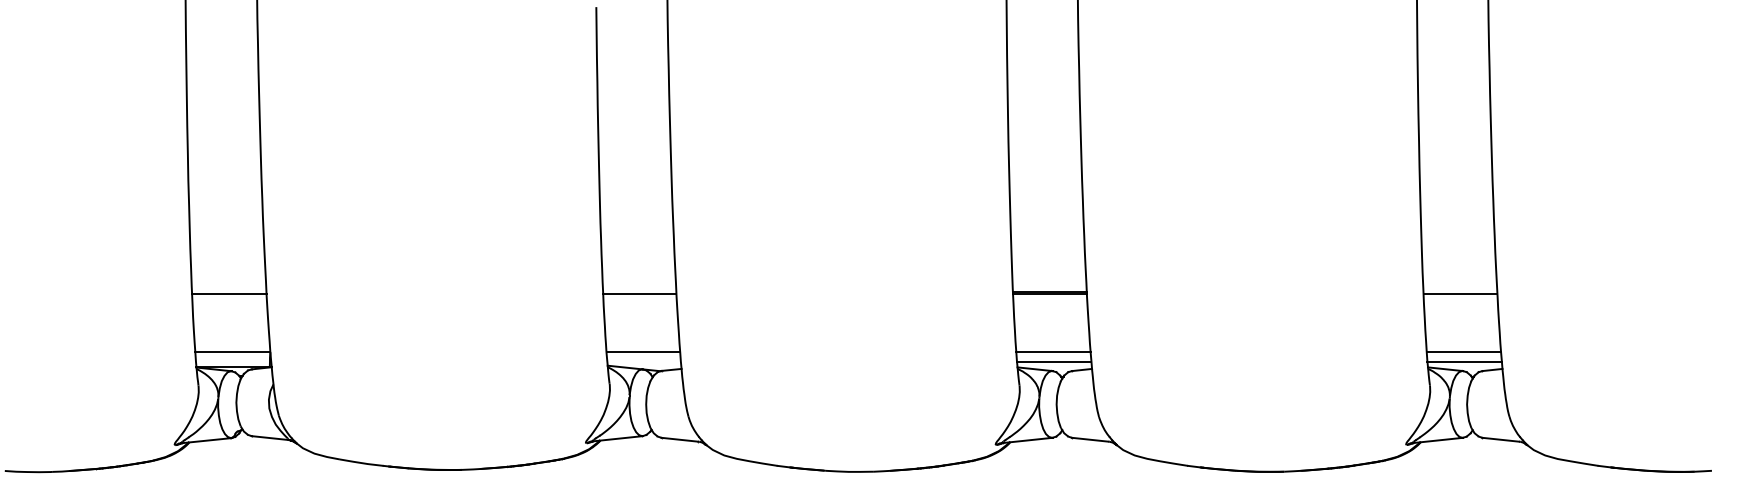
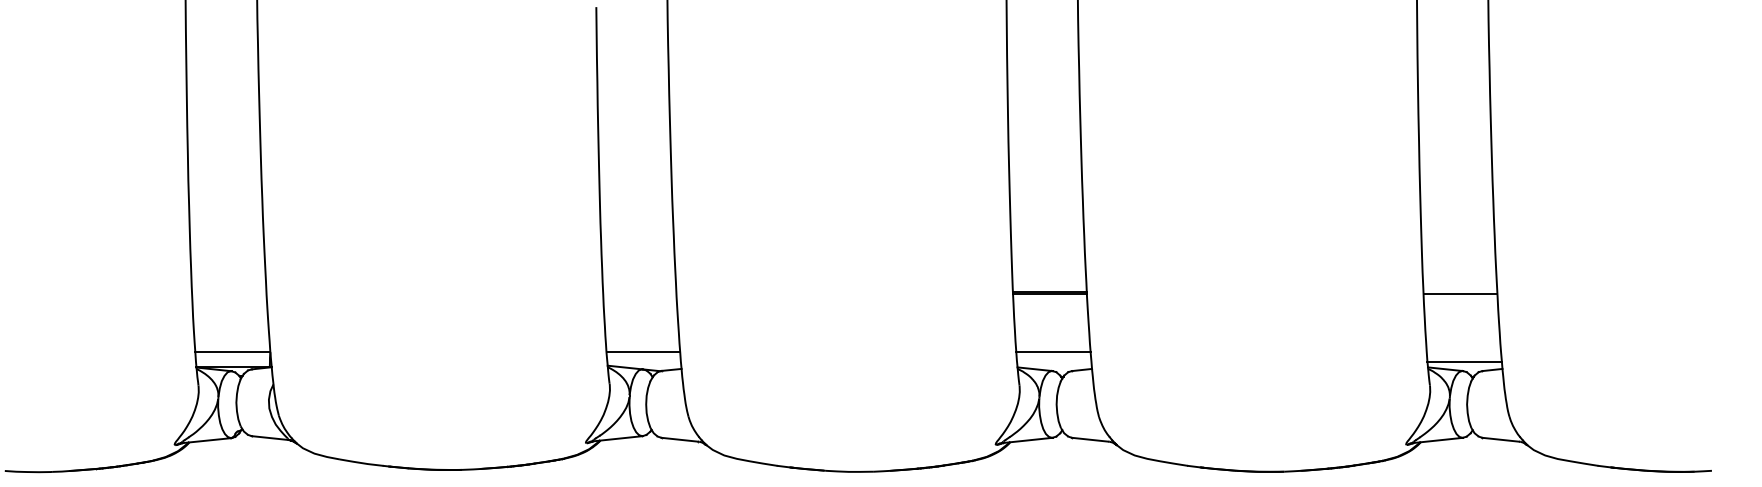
line at (229, 293): present -> none
line at (639, 293): present -> none
line at (1463, 352): present -> none
line at (1054, 362): present -> none
